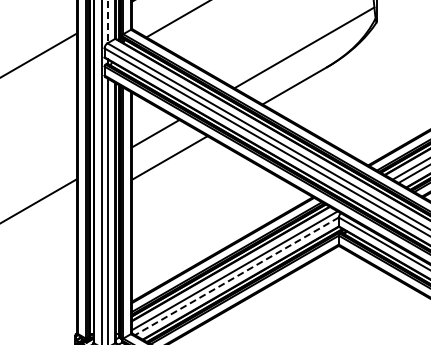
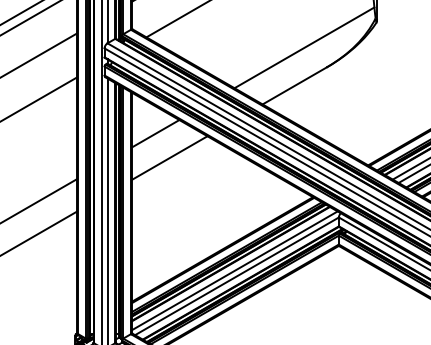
line at (20, 12): none -> present
line at (29, 18): none -> present
line at (107, 22): dashed -> solid
line at (39, 98): none -> present
line at (39, 232): none -> present
line at (237, 276): dashed -> solid
